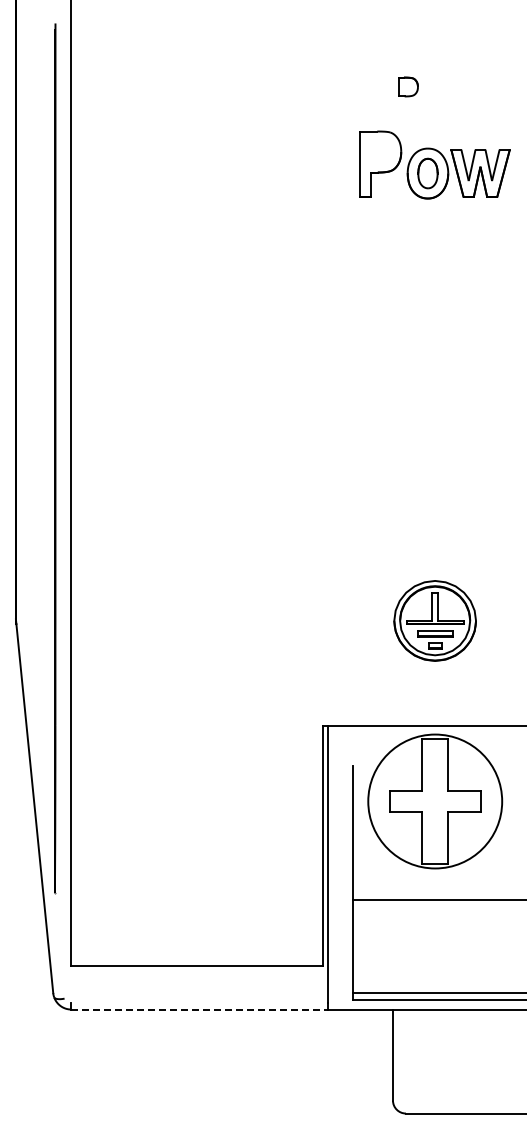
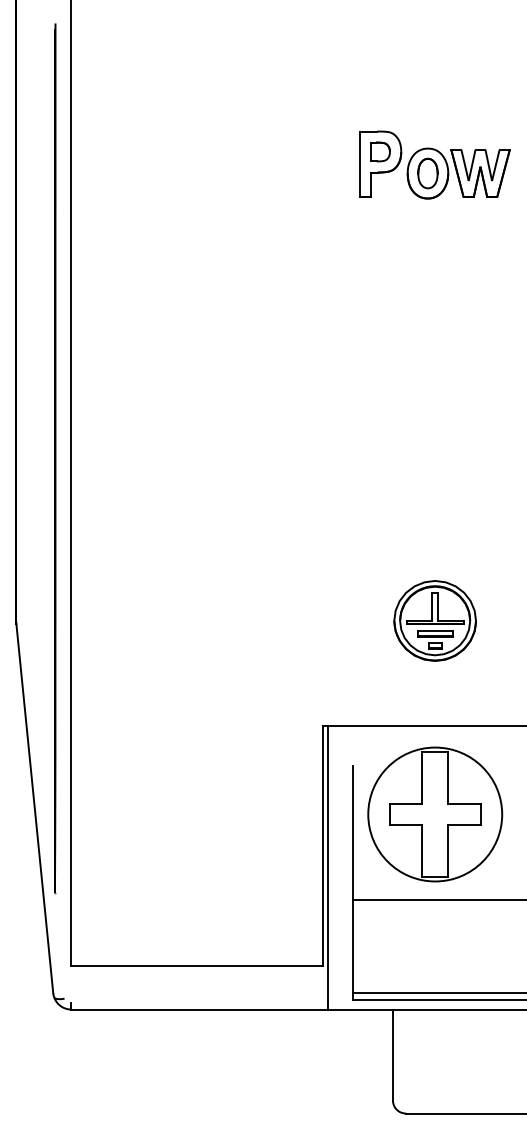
part at (408, 86) position: (408, 86) -> (380, 151)
part at (435, 801) position: (435, 801) -> (435, 814)
line at (200, 1009): dashed -> solid
